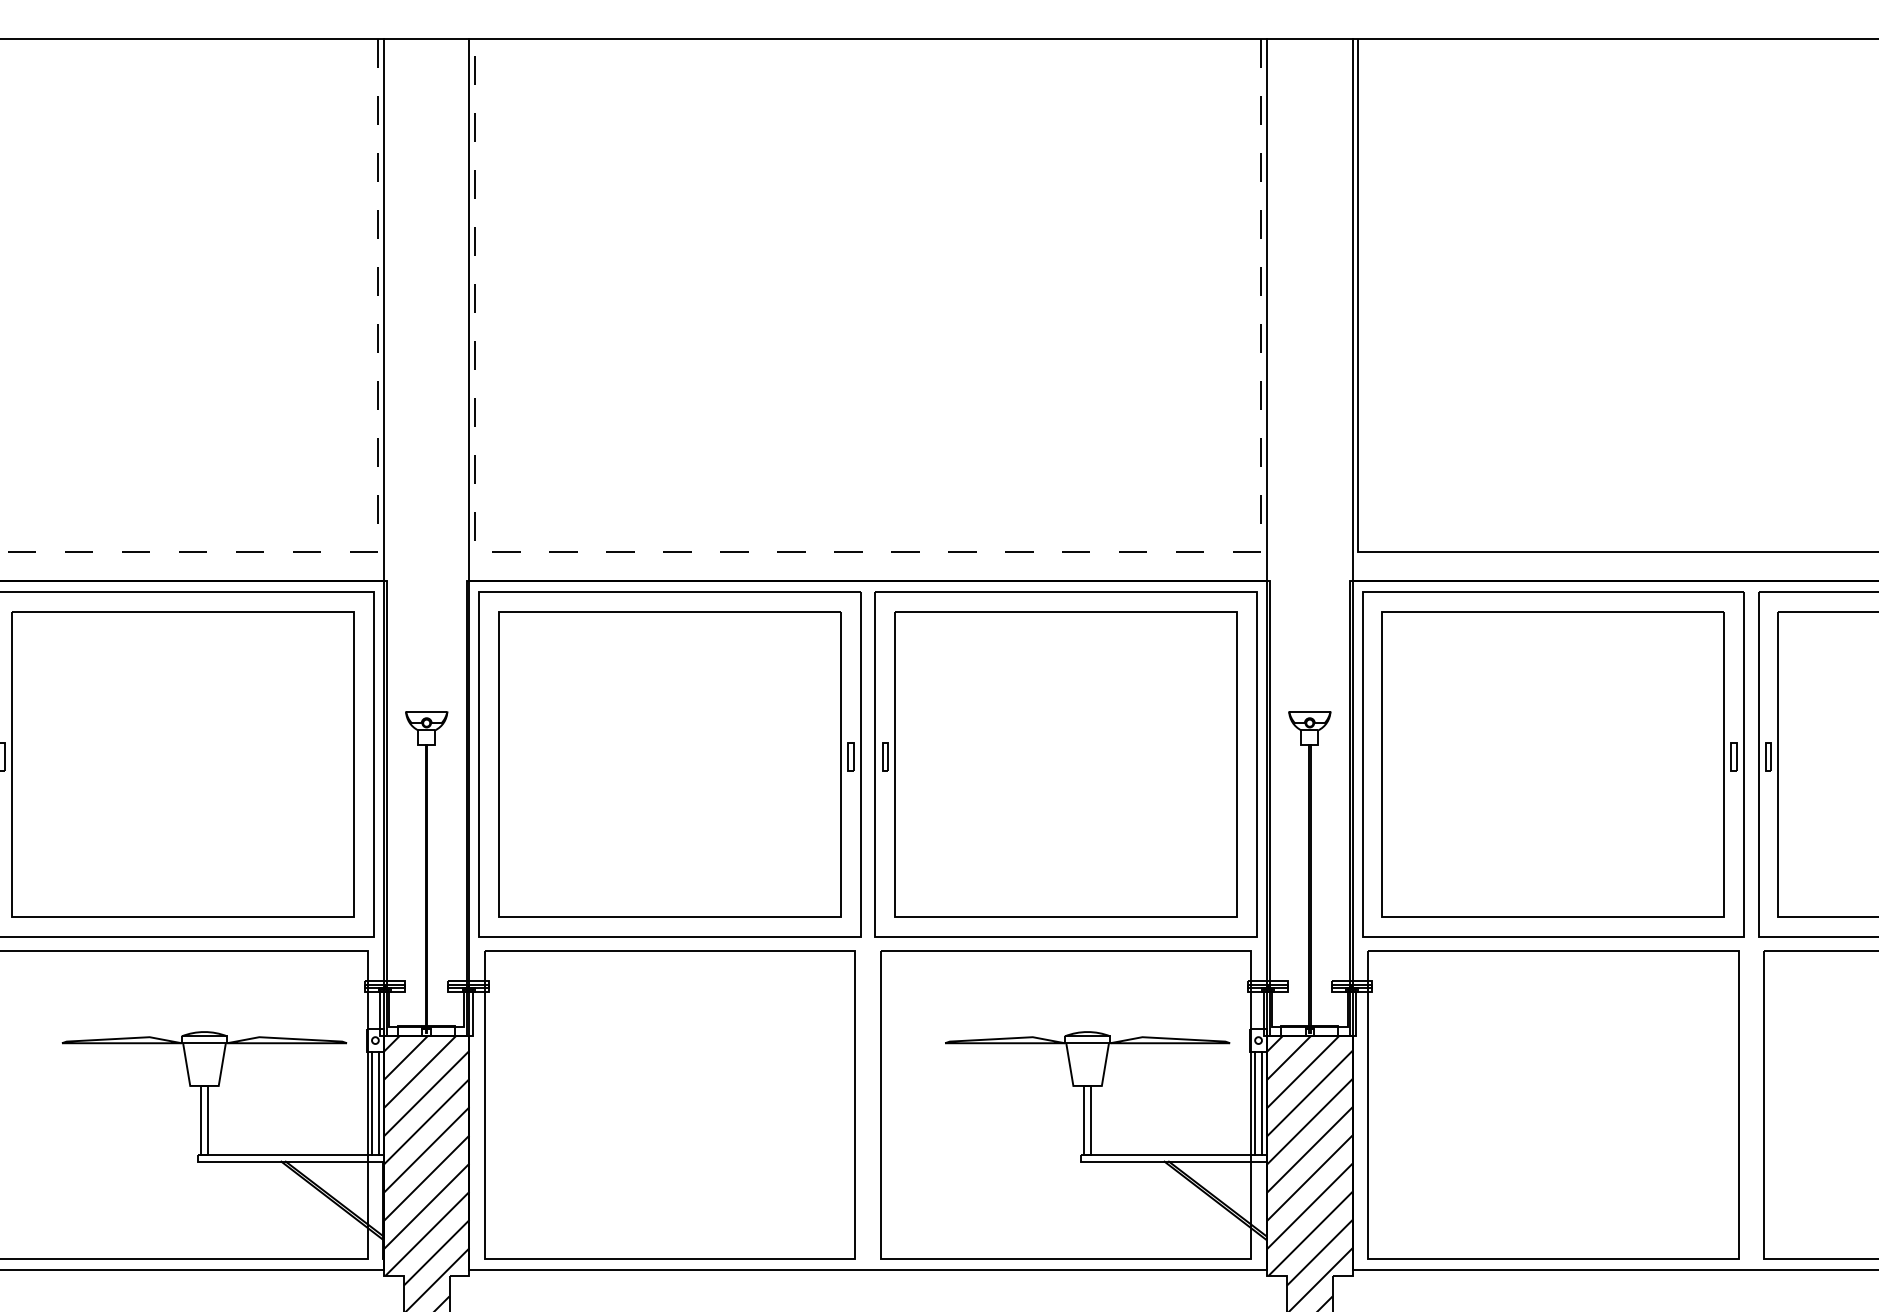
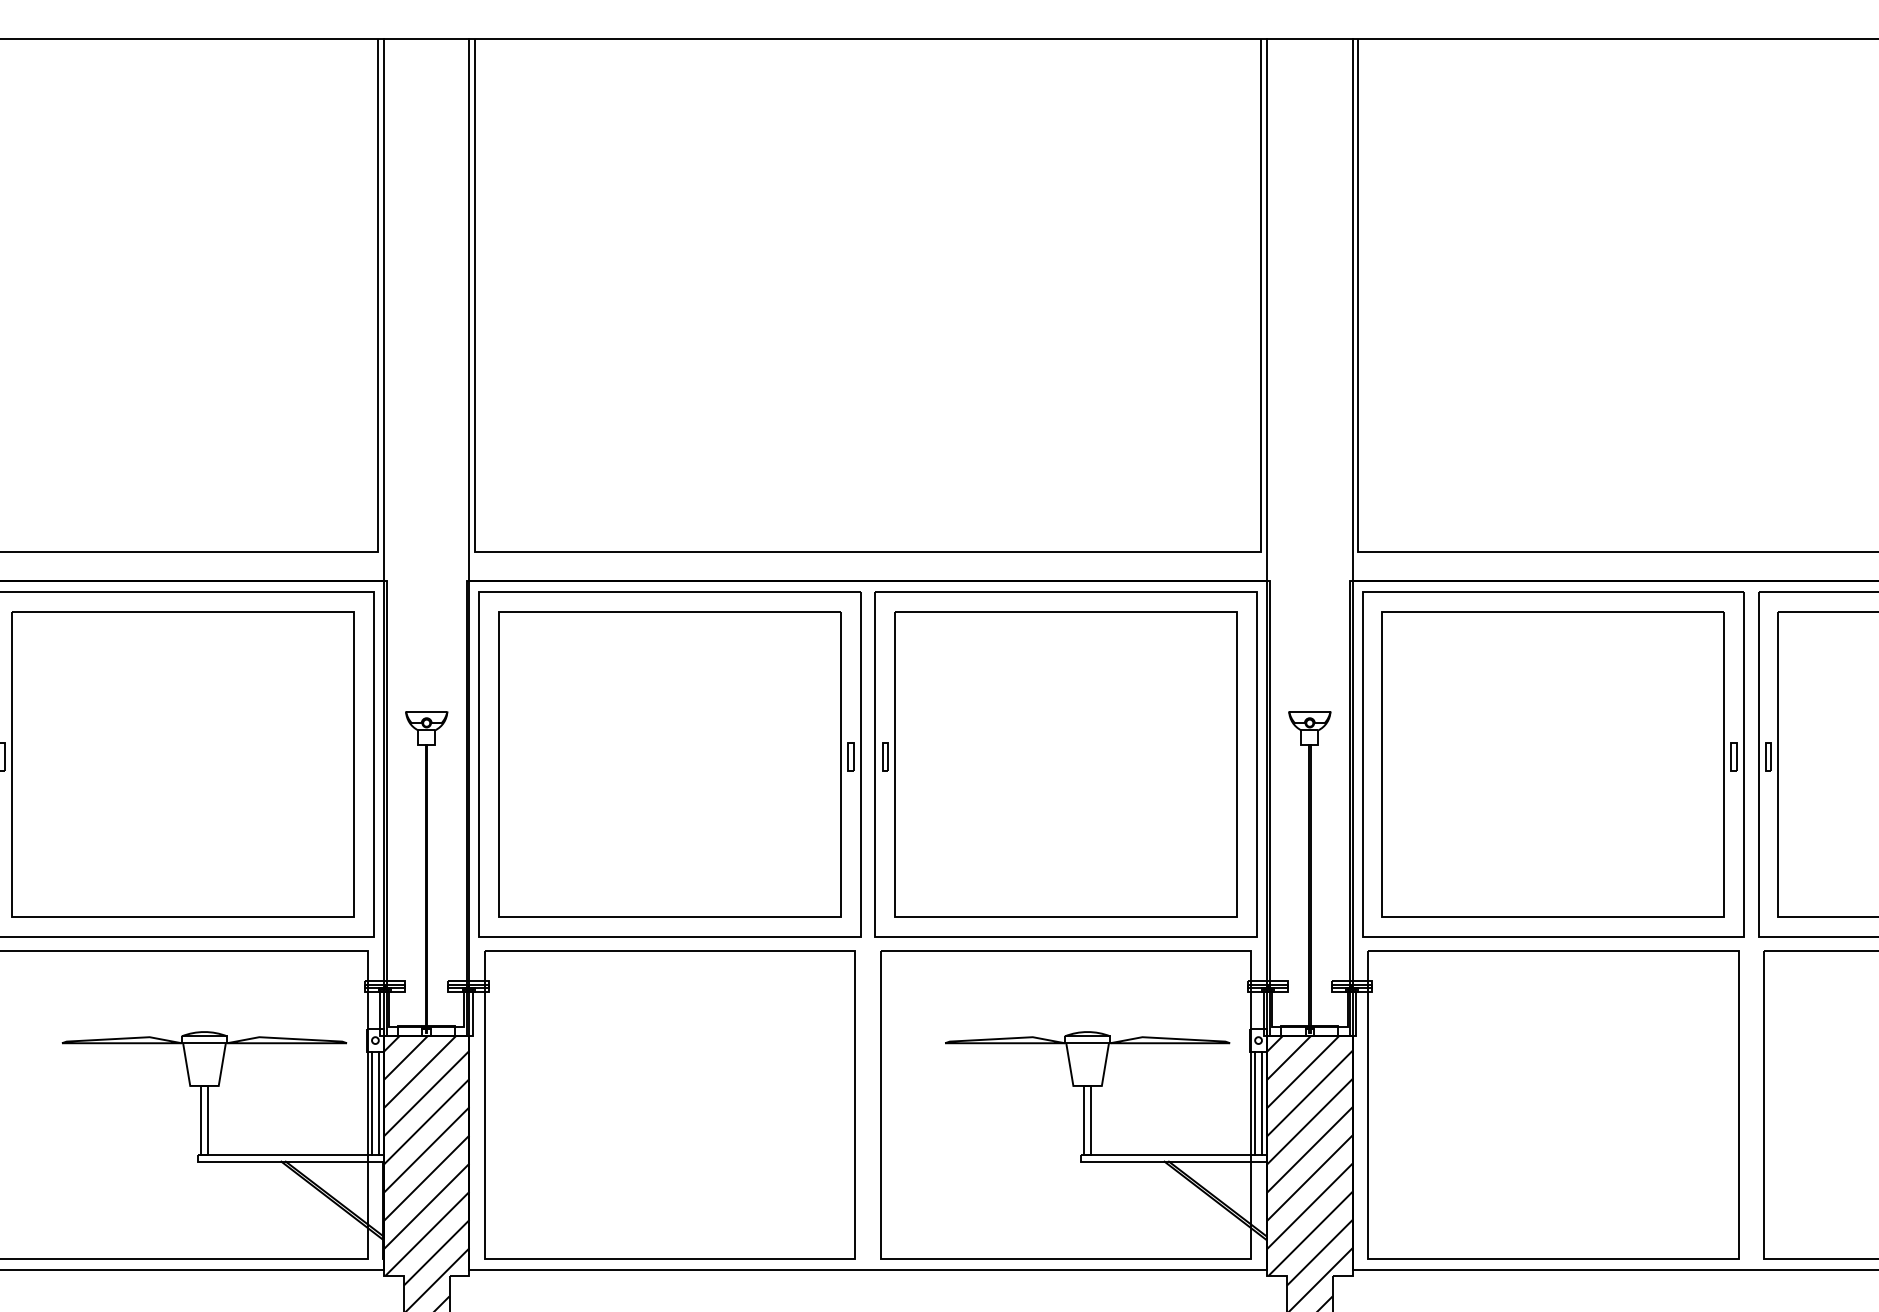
line at (378, 485): dashed -> solid
line at (867, 552): dashed -> solid
